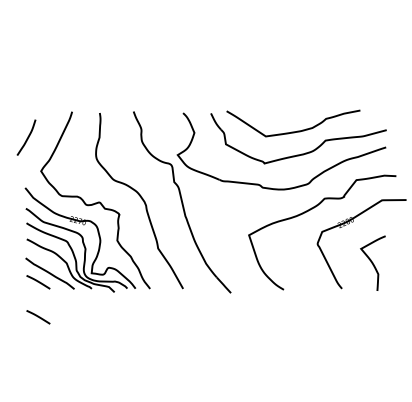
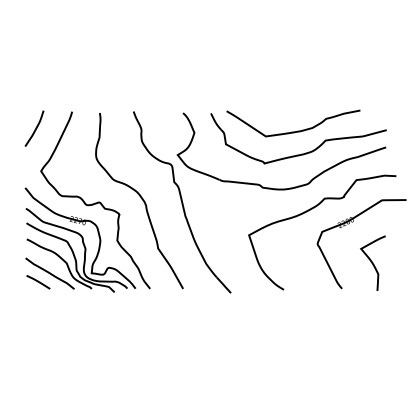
curve at (27, 137) position: (27, 137) -> (35, 128)
line at (38, 317): present -> none
